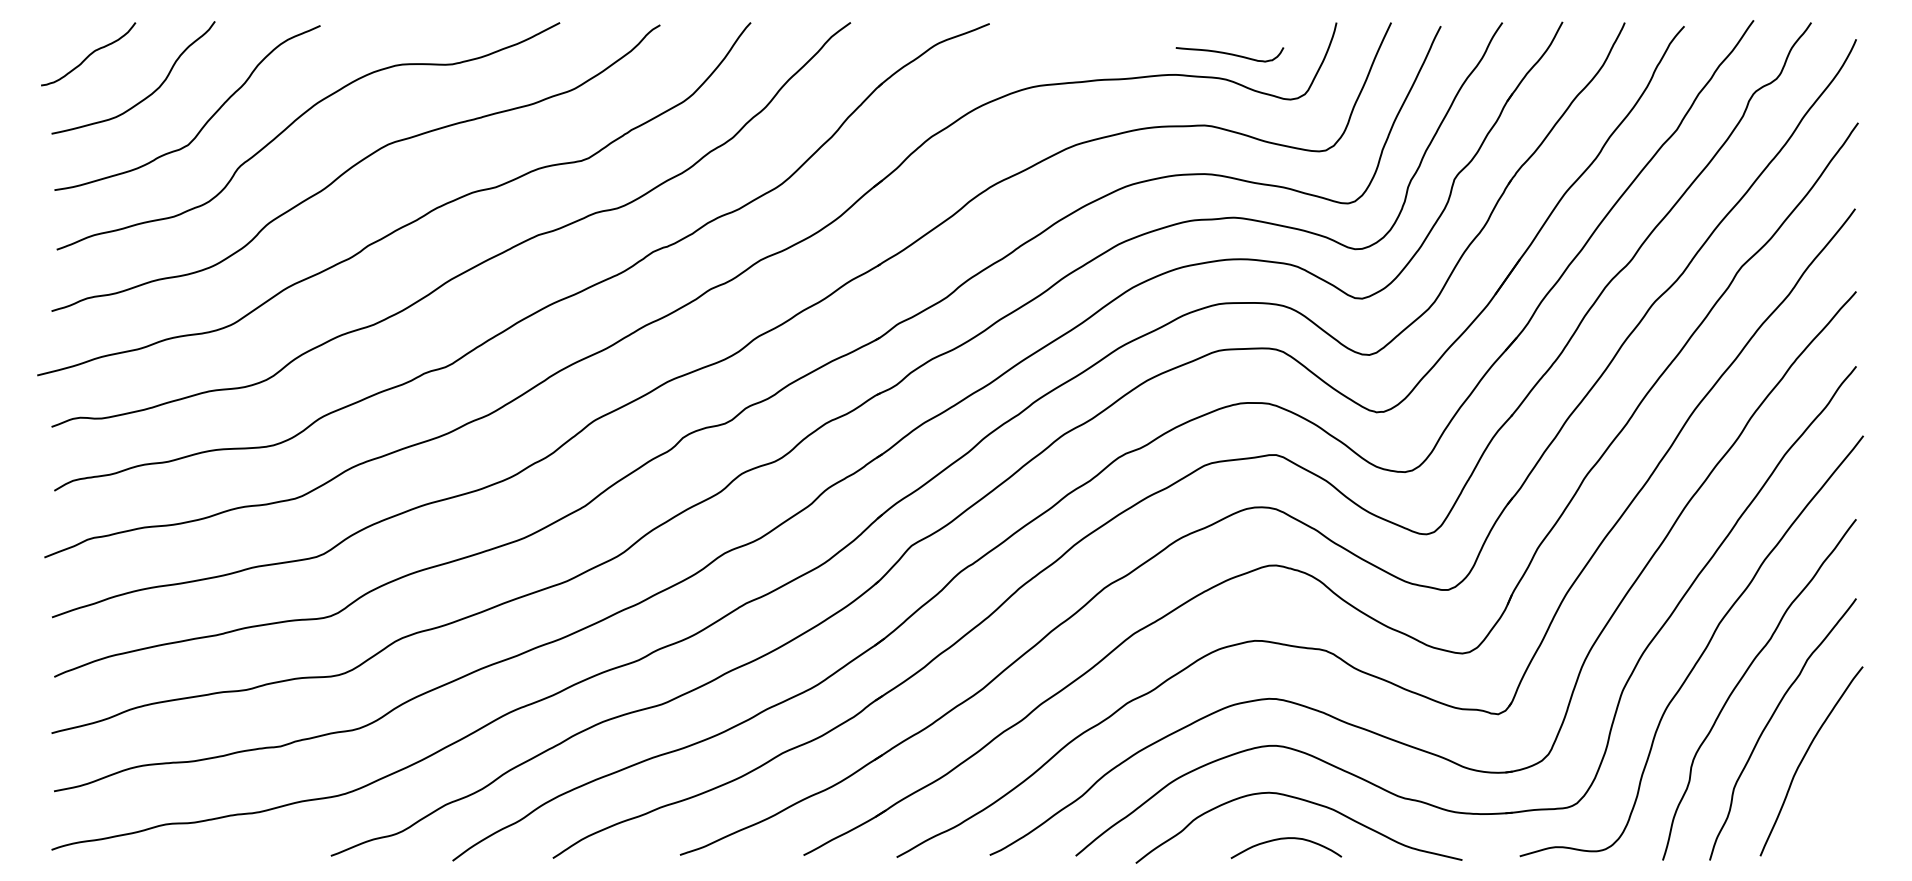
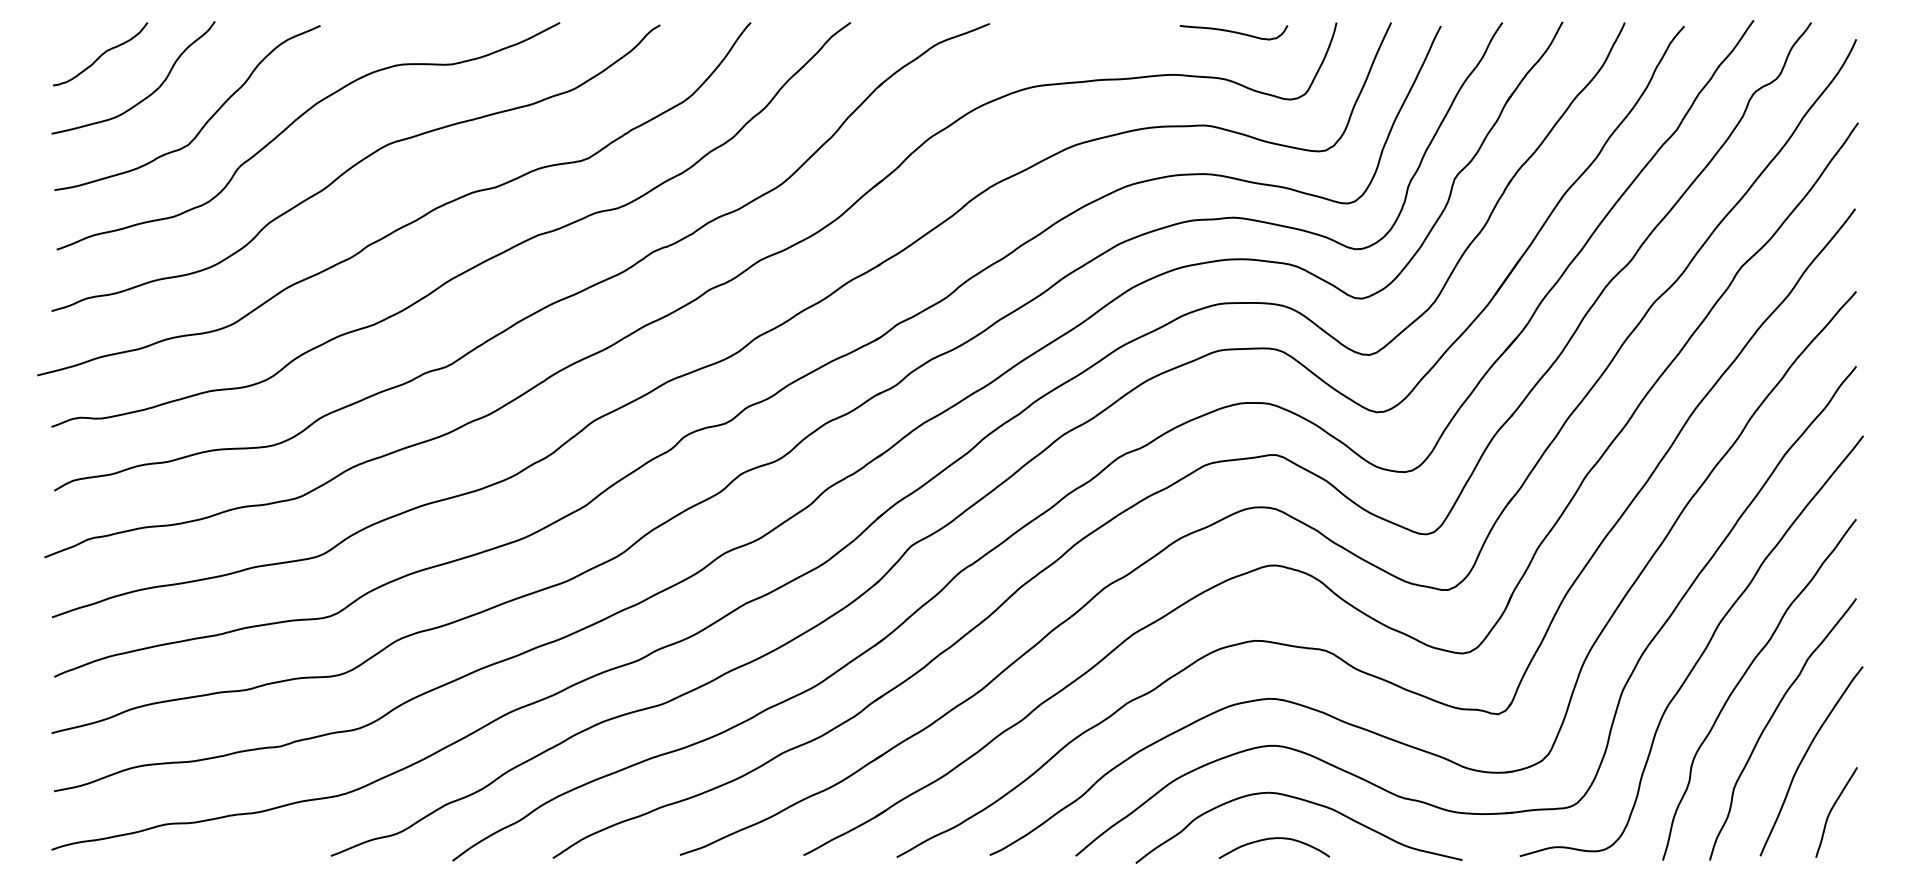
curve at (88, 54) position: (88, 54) -> (100, 54)
curve at (1229, 54) position: (1229, 54) -> (1233, 32)
curve at (1833, 808): none -> present
curve at (1286, 839) position: (1286, 839) -> (1274, 839)
